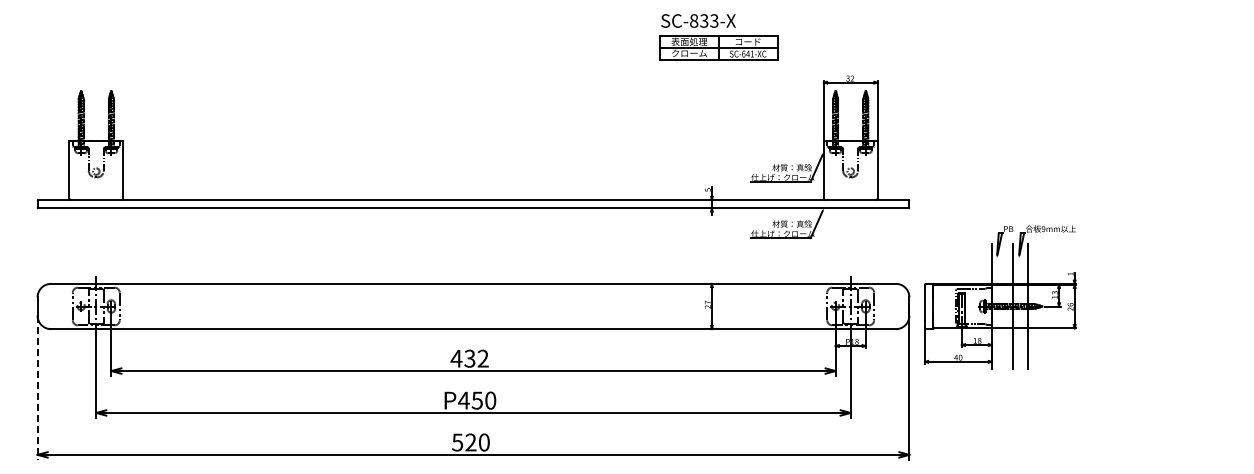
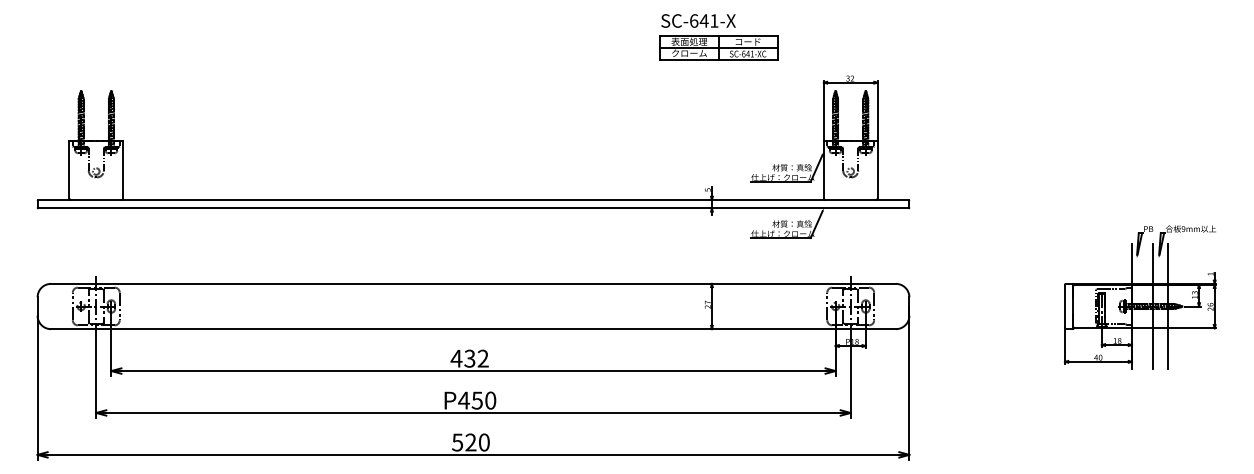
text at (704, 20): SC-833-X -> SC-641-X
part at (1000, 297) position: (1000, 297) -> (1140, 297)
line at (37, 388): dashed -> solid
